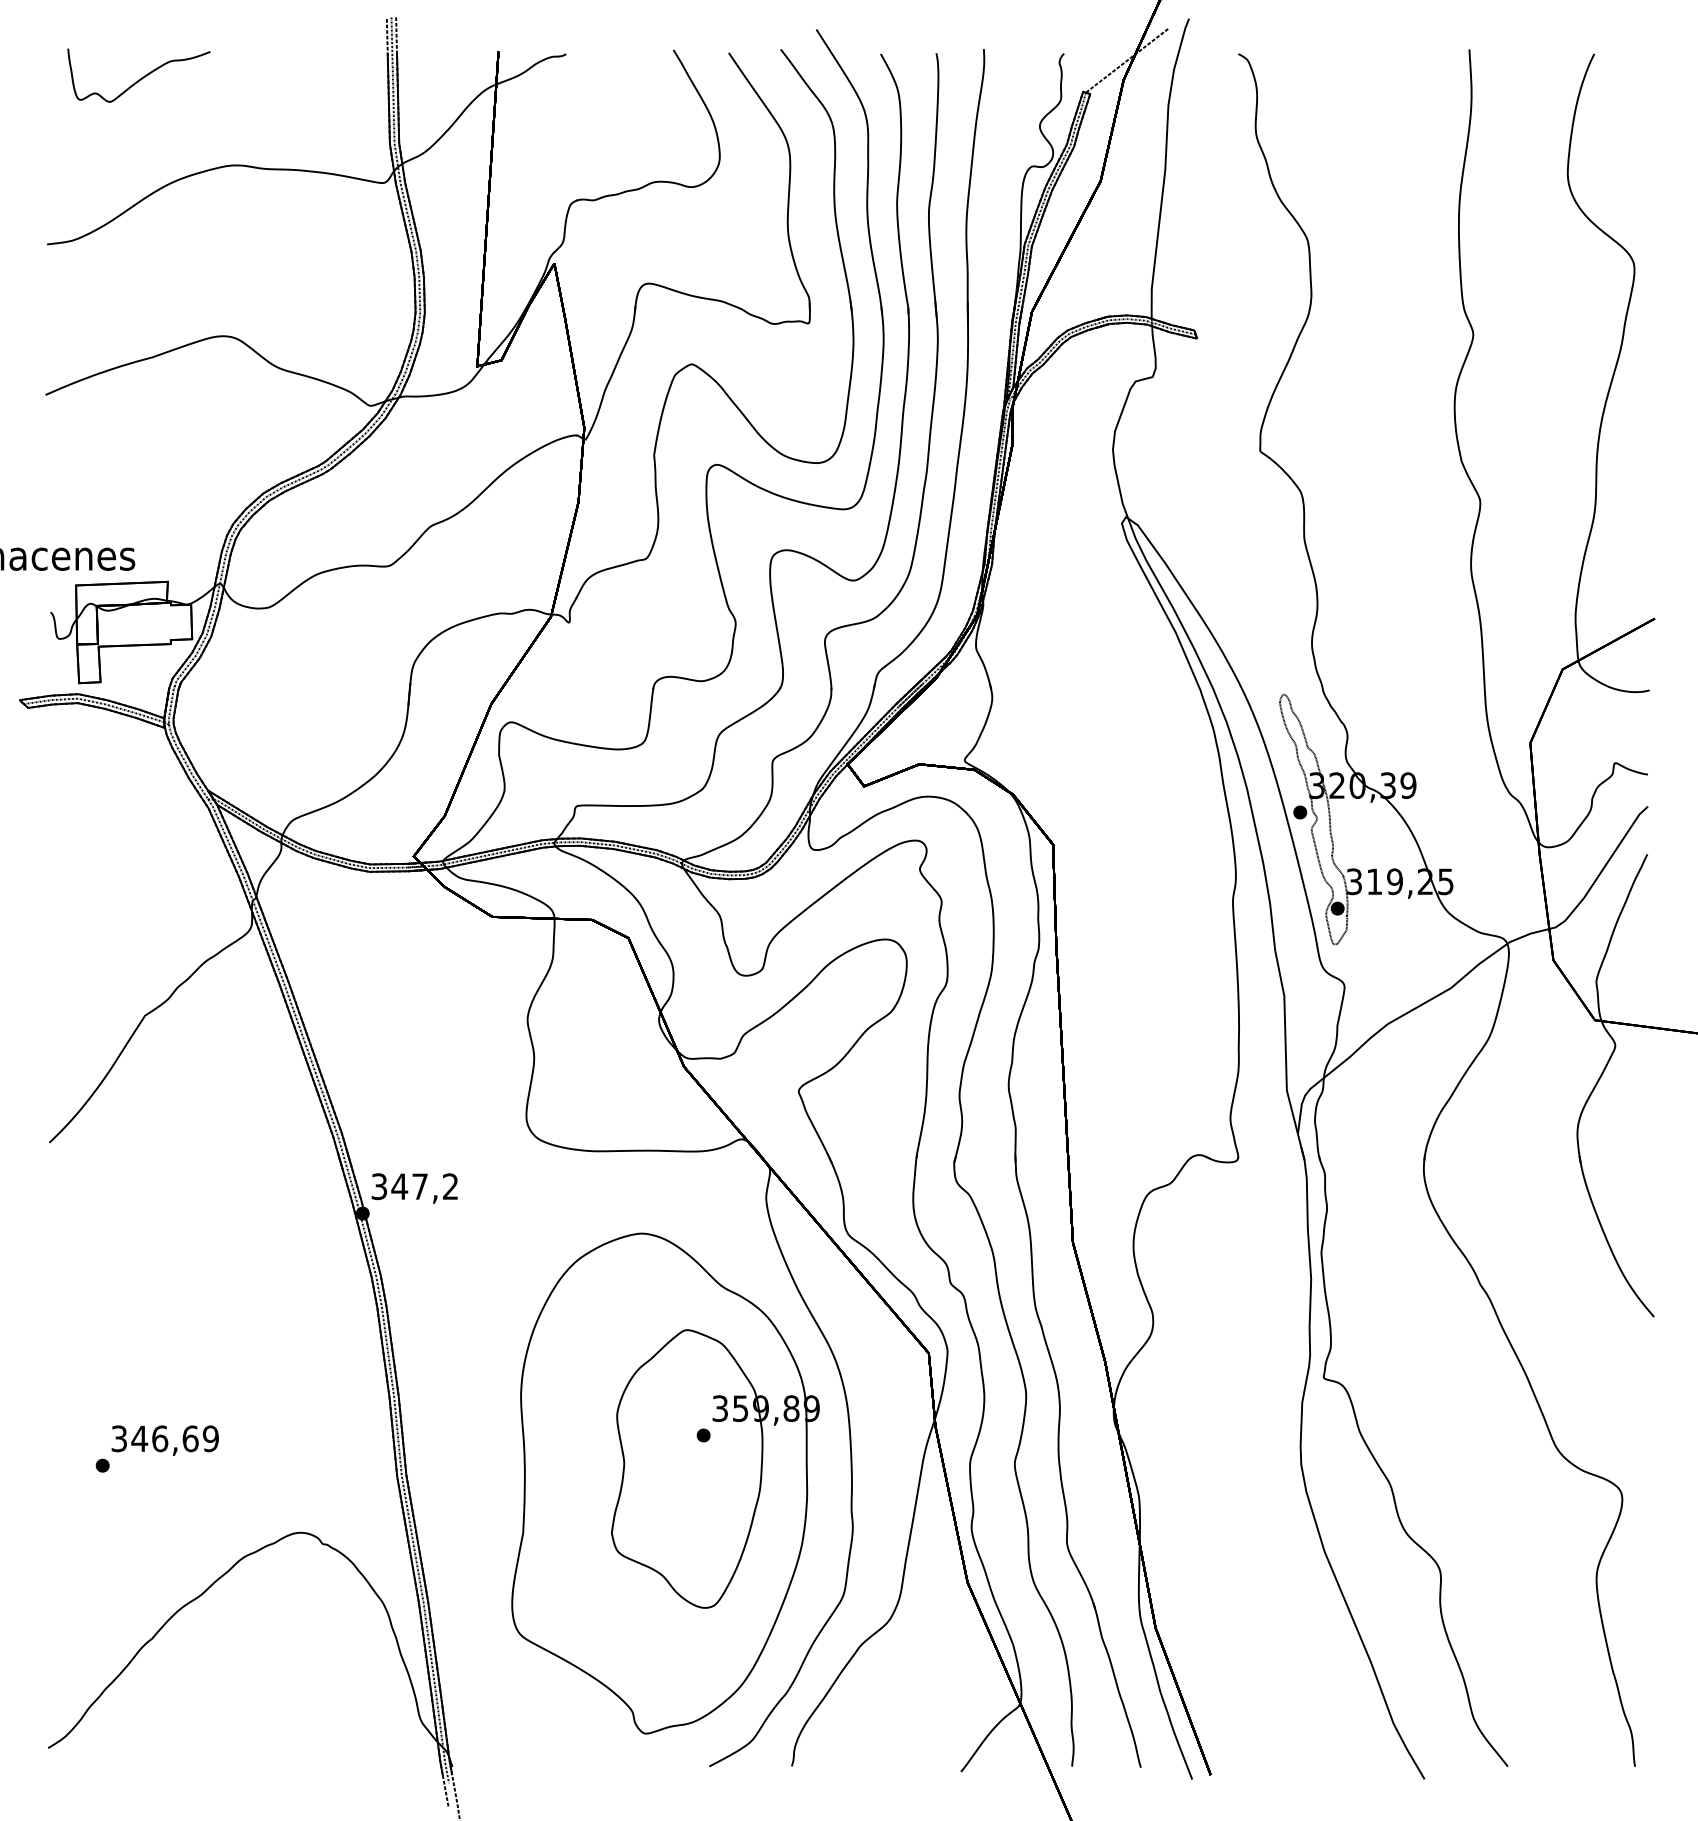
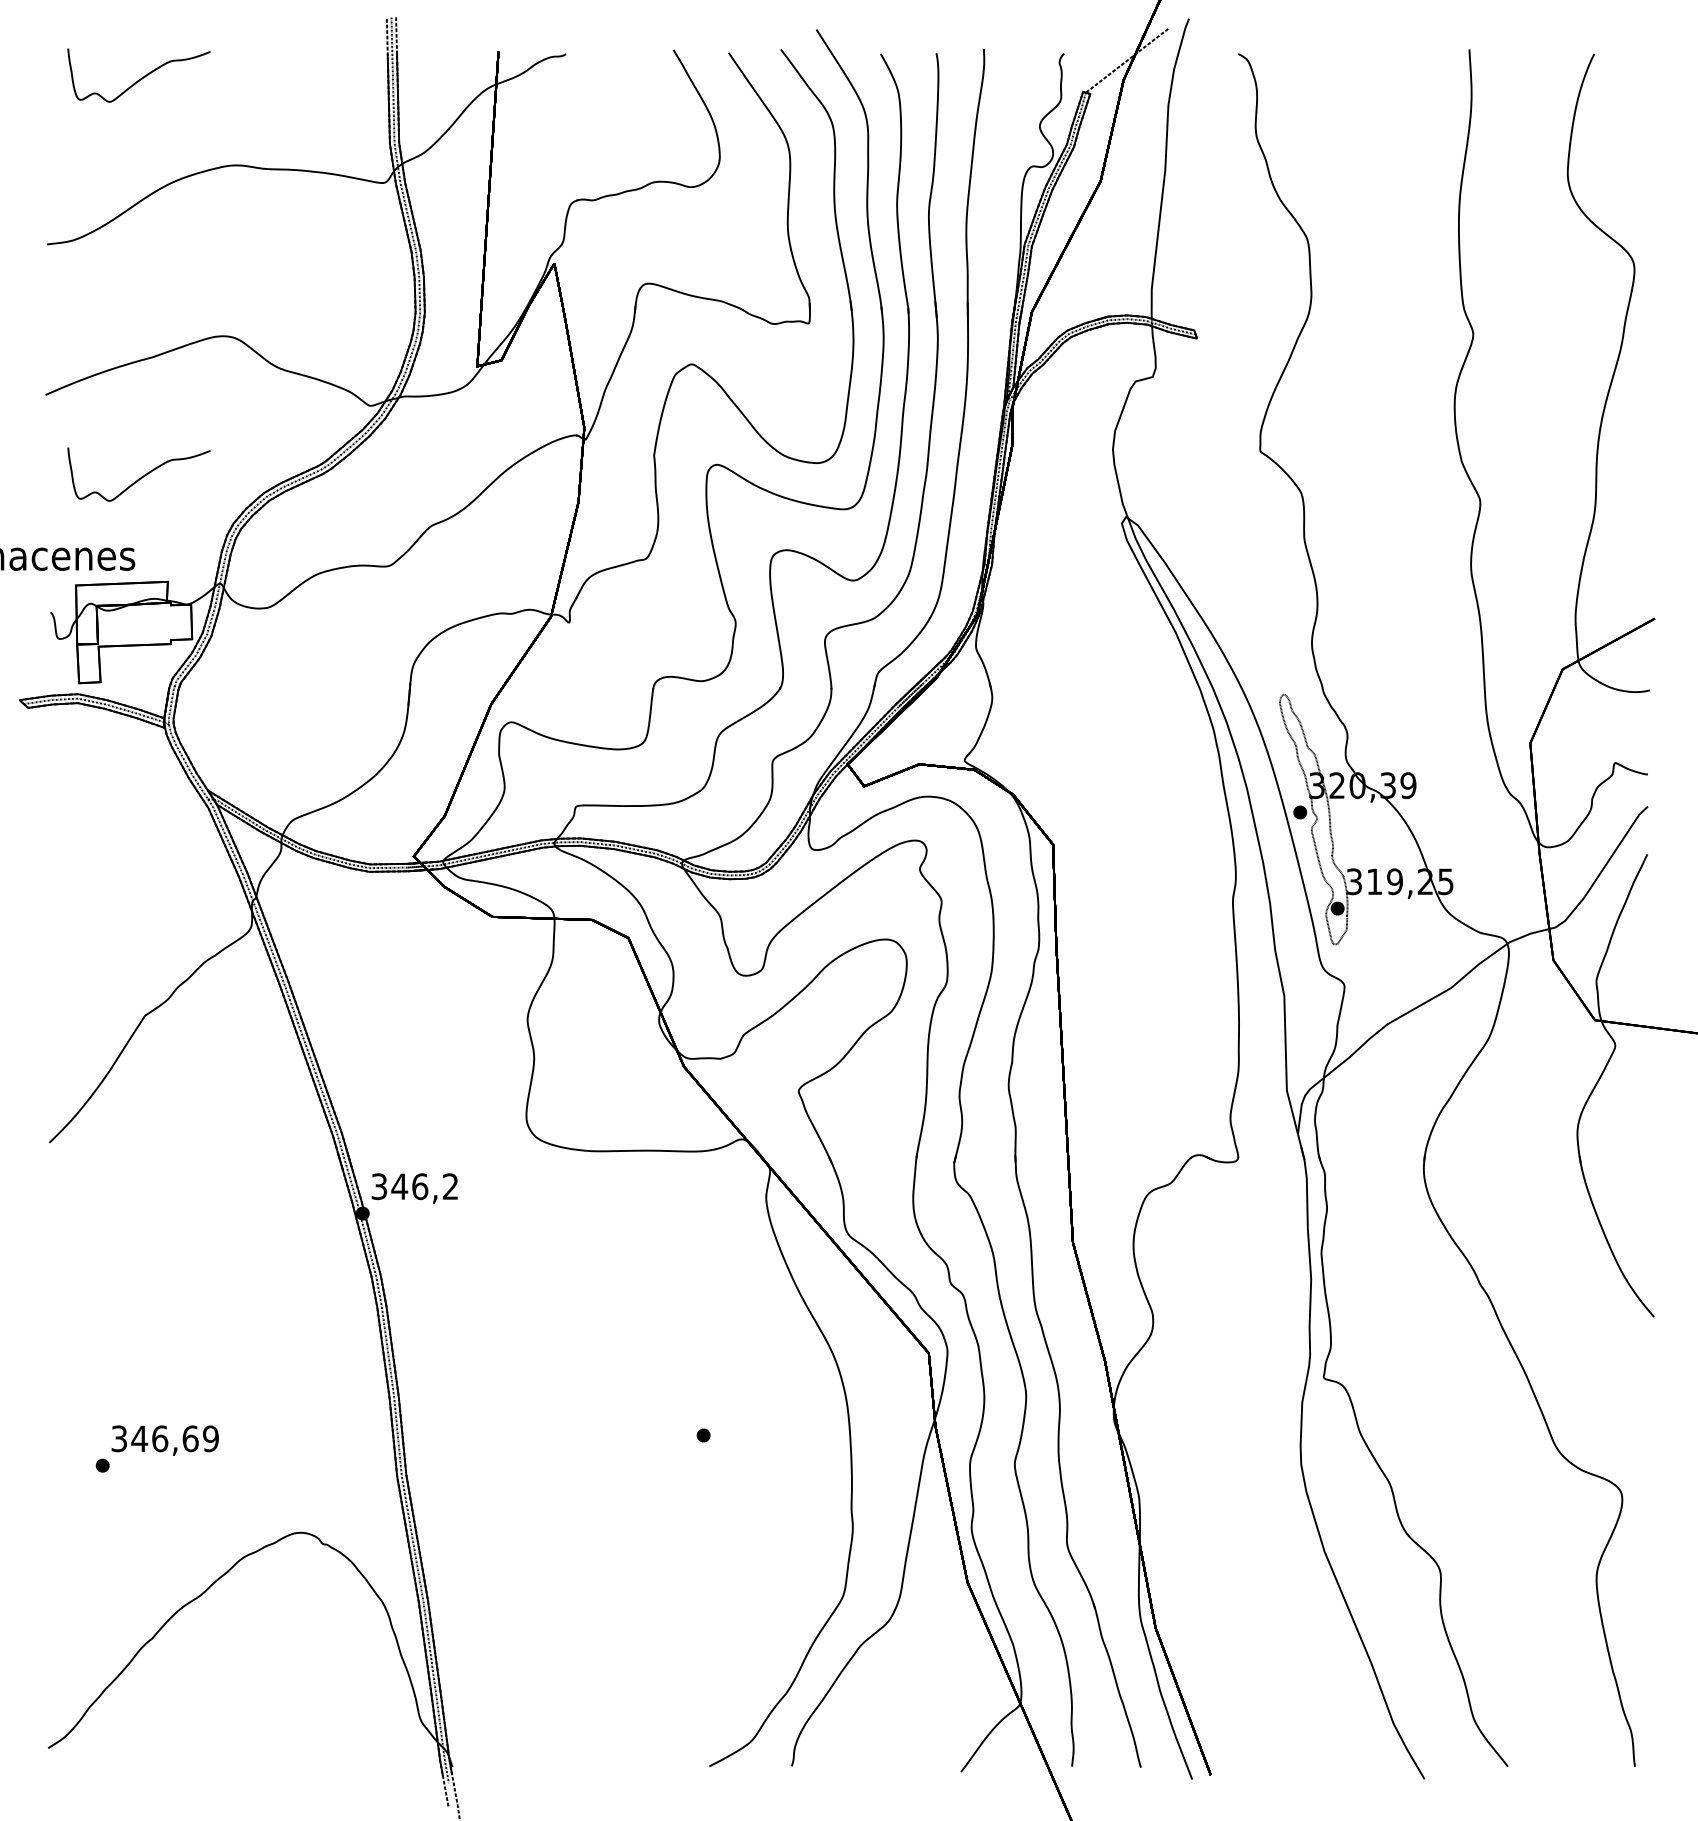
part at (138, 474): none -> present
text at (420, 1186): 347,2 -> 346,2
part at (665, 1483): present -> none
